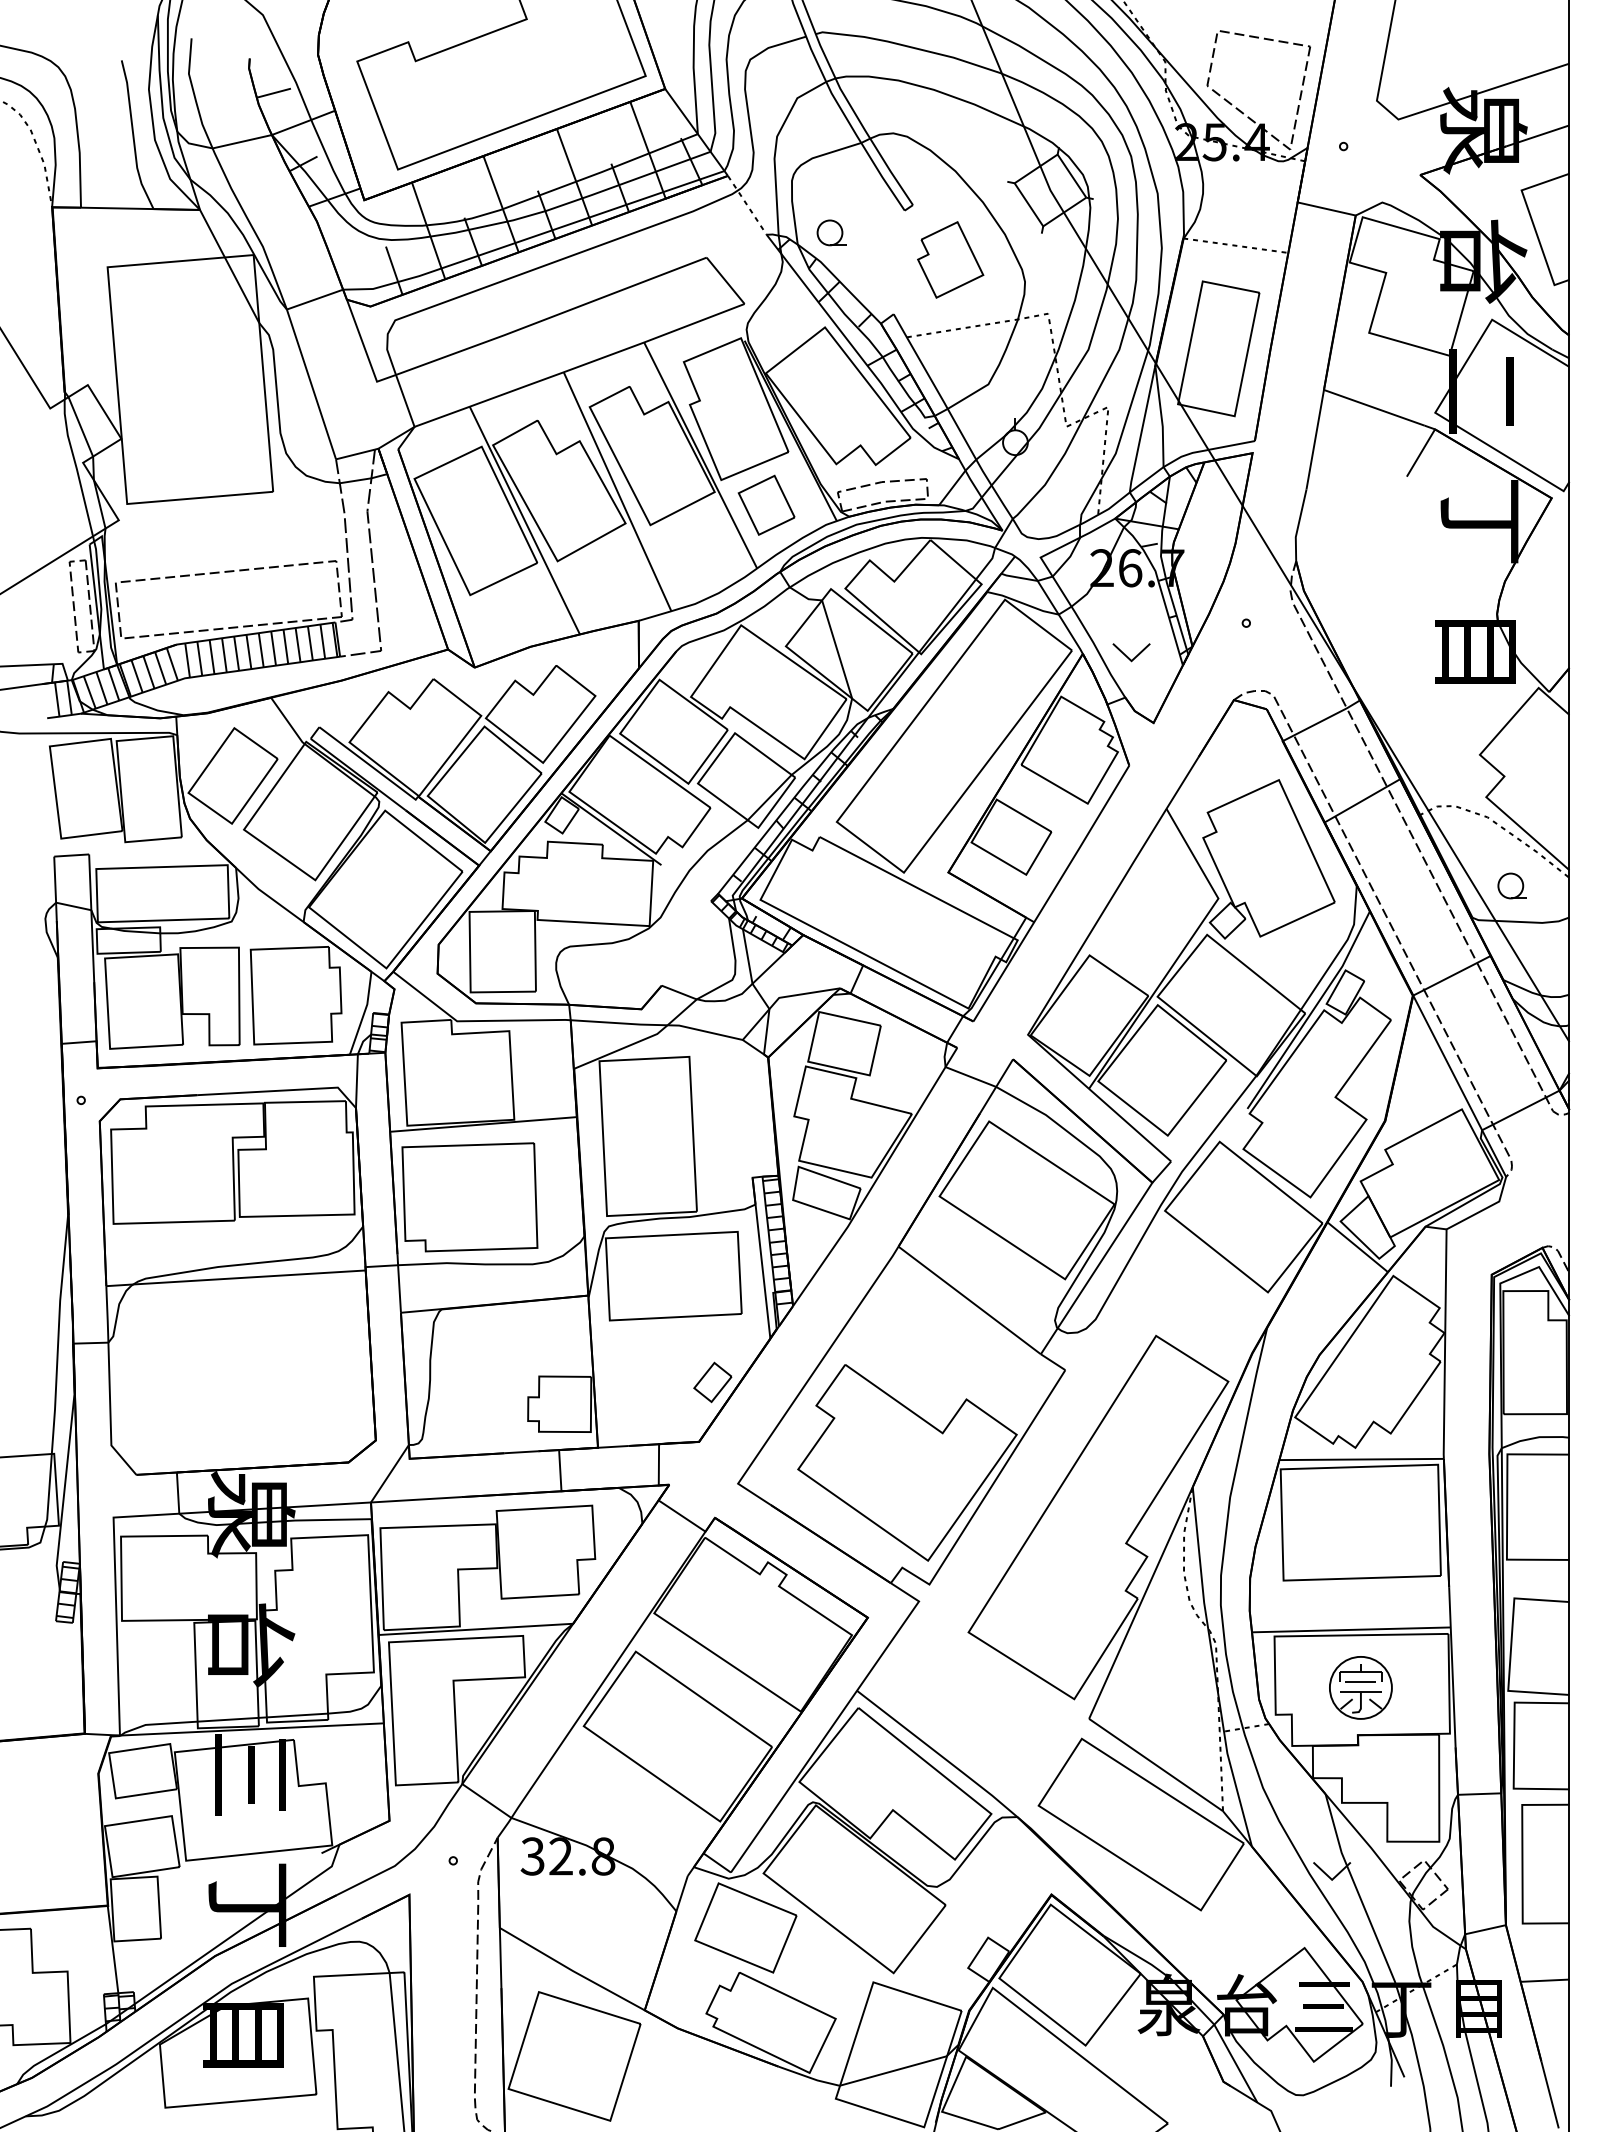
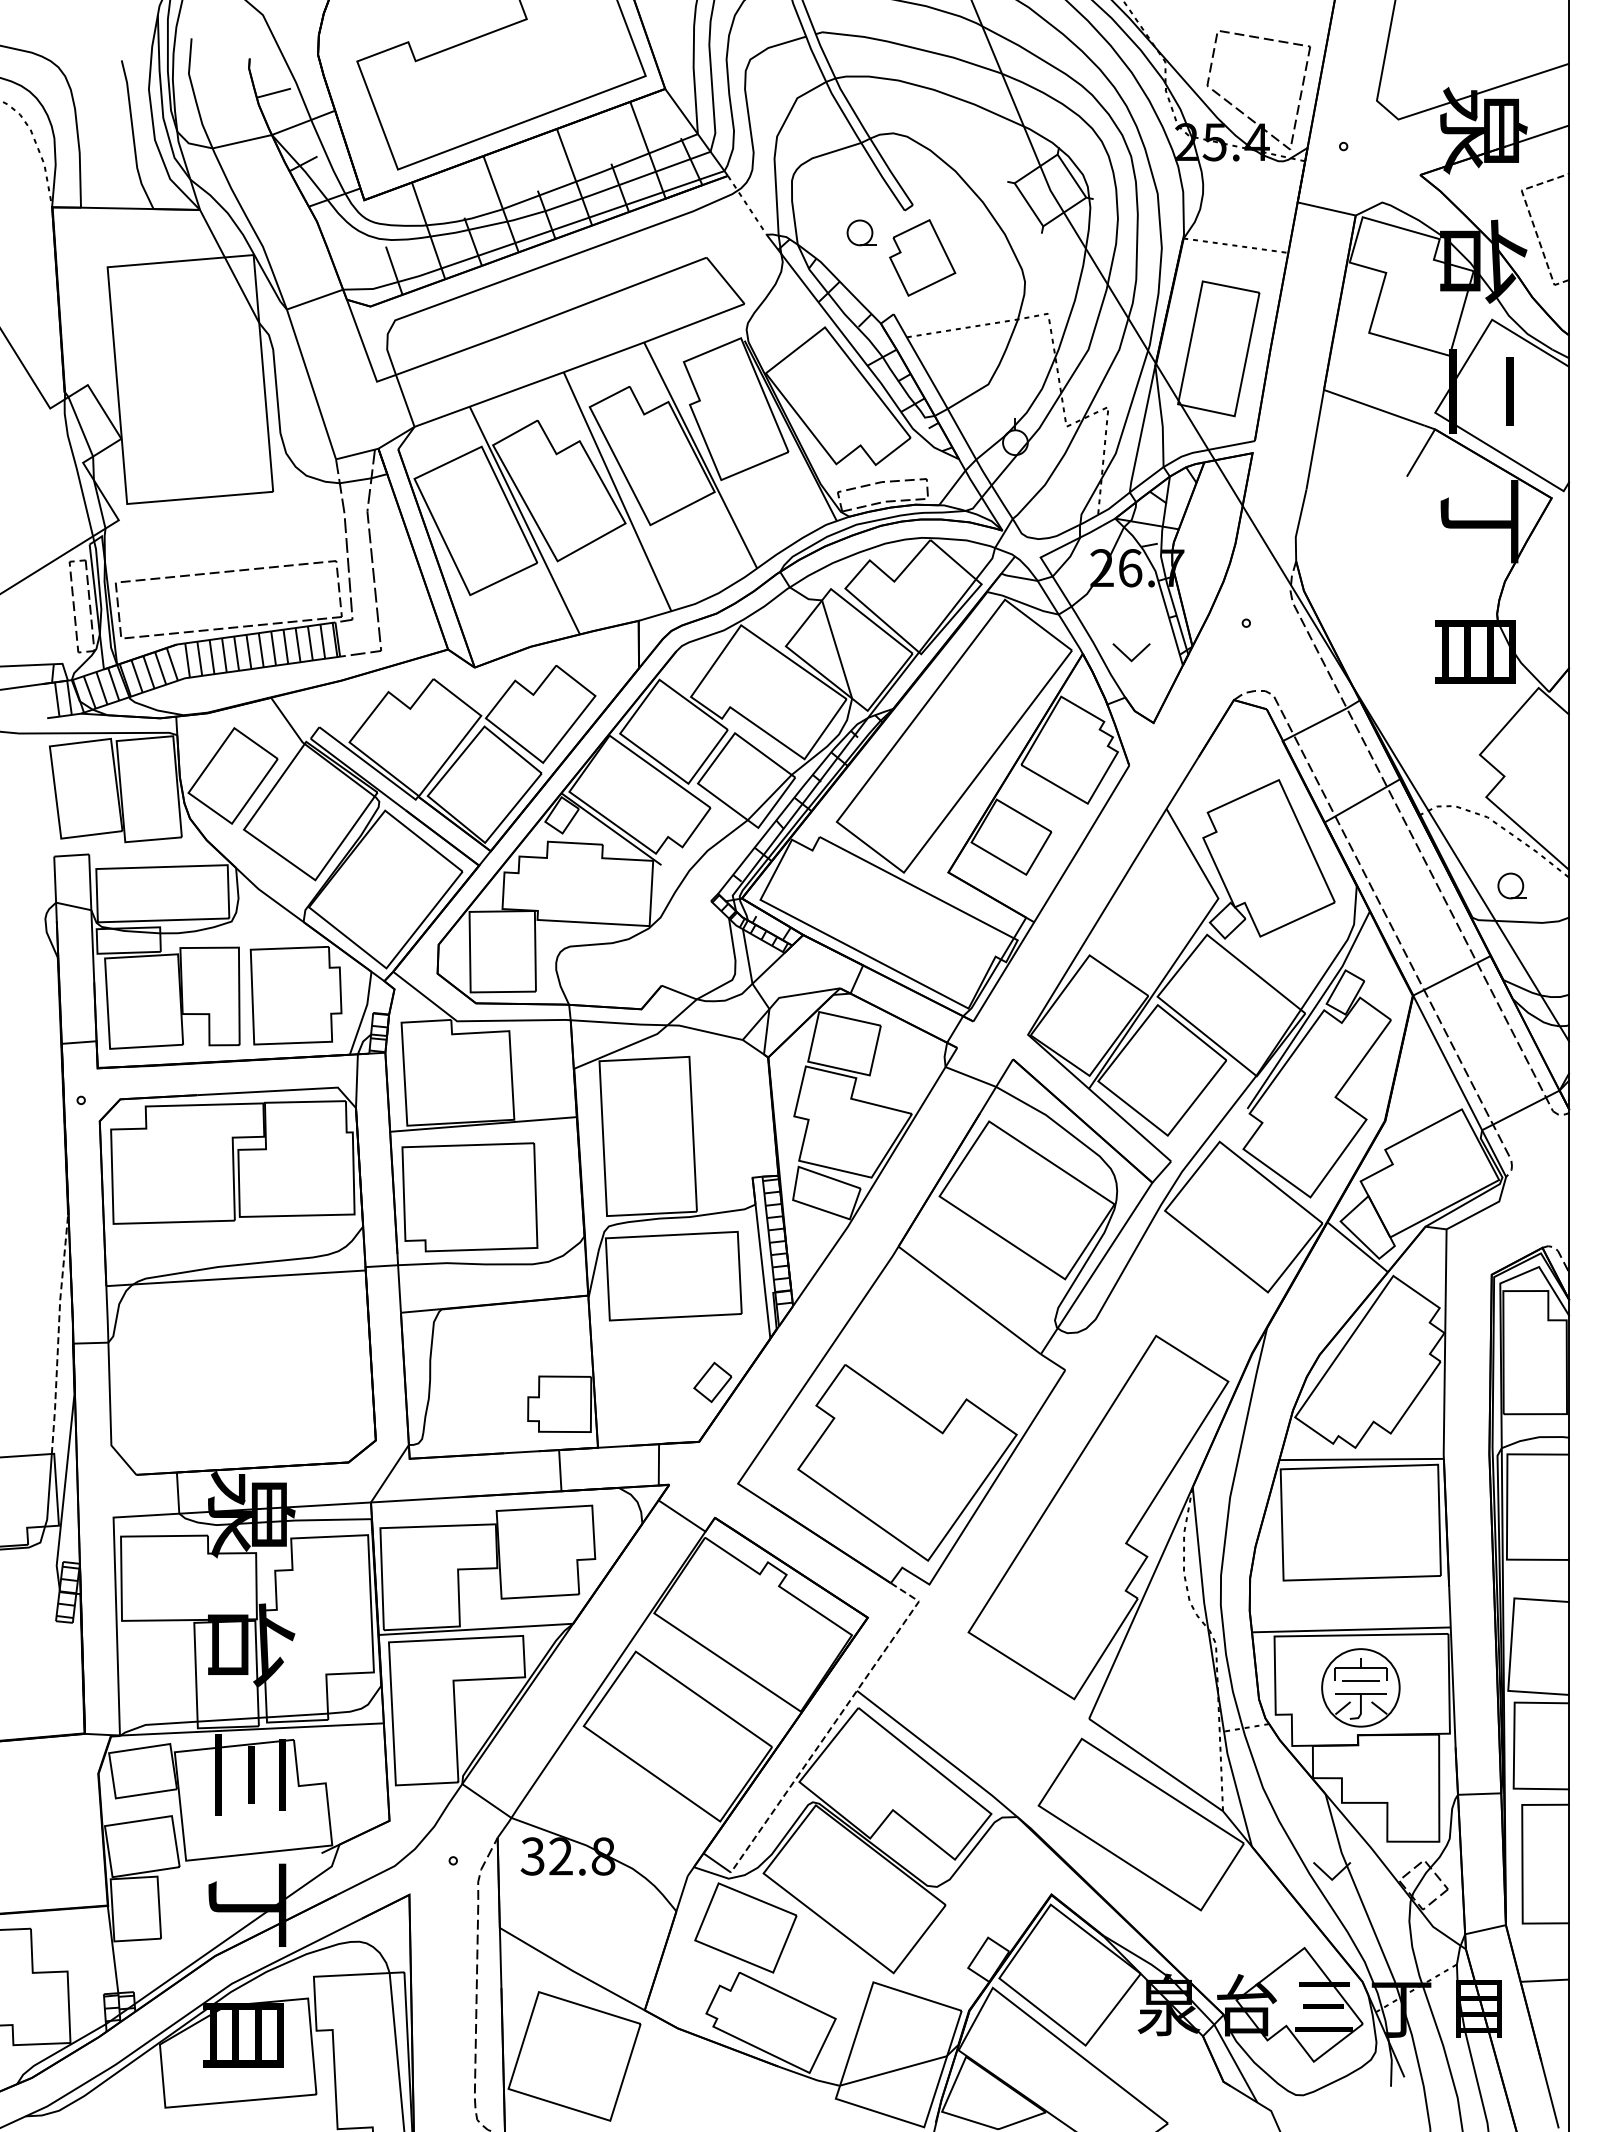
line at (1532, 221): solid -> dashed
part at (831, 232) position: (831, 232) -> (861, 232)
part at (950, 259) position: (950, 259) -> (922, 257)
part at (766, 504): present -> none
line at (58, 1334): solid -> dashed
part at (1360, 1687) size: 64x64 px -> 80x80 px
line at (834, 1722): solid -> dashed
